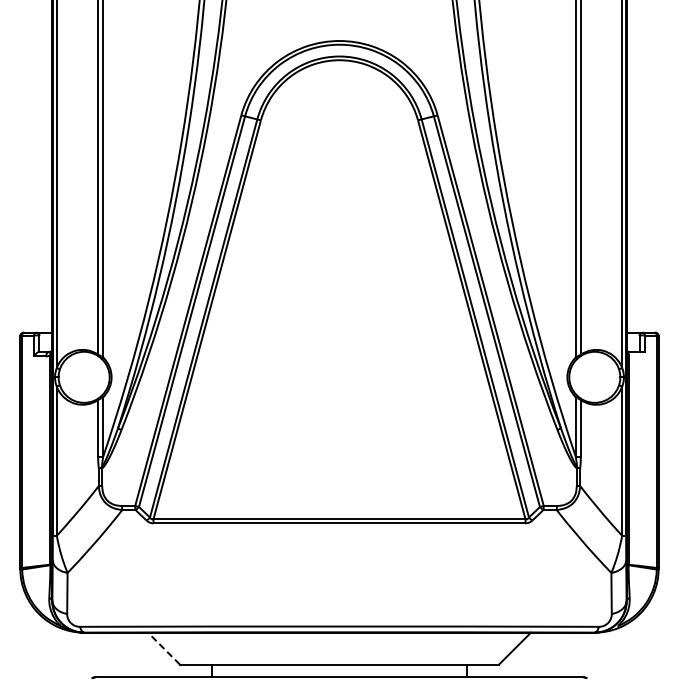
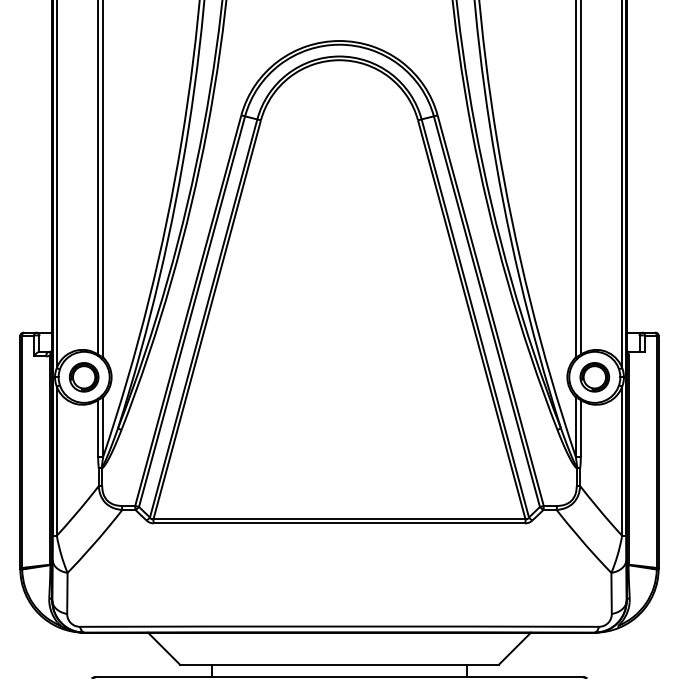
part at (83, 377): none -> present
part at (594, 377): none -> present
line at (163, 648): dashed -> solid
